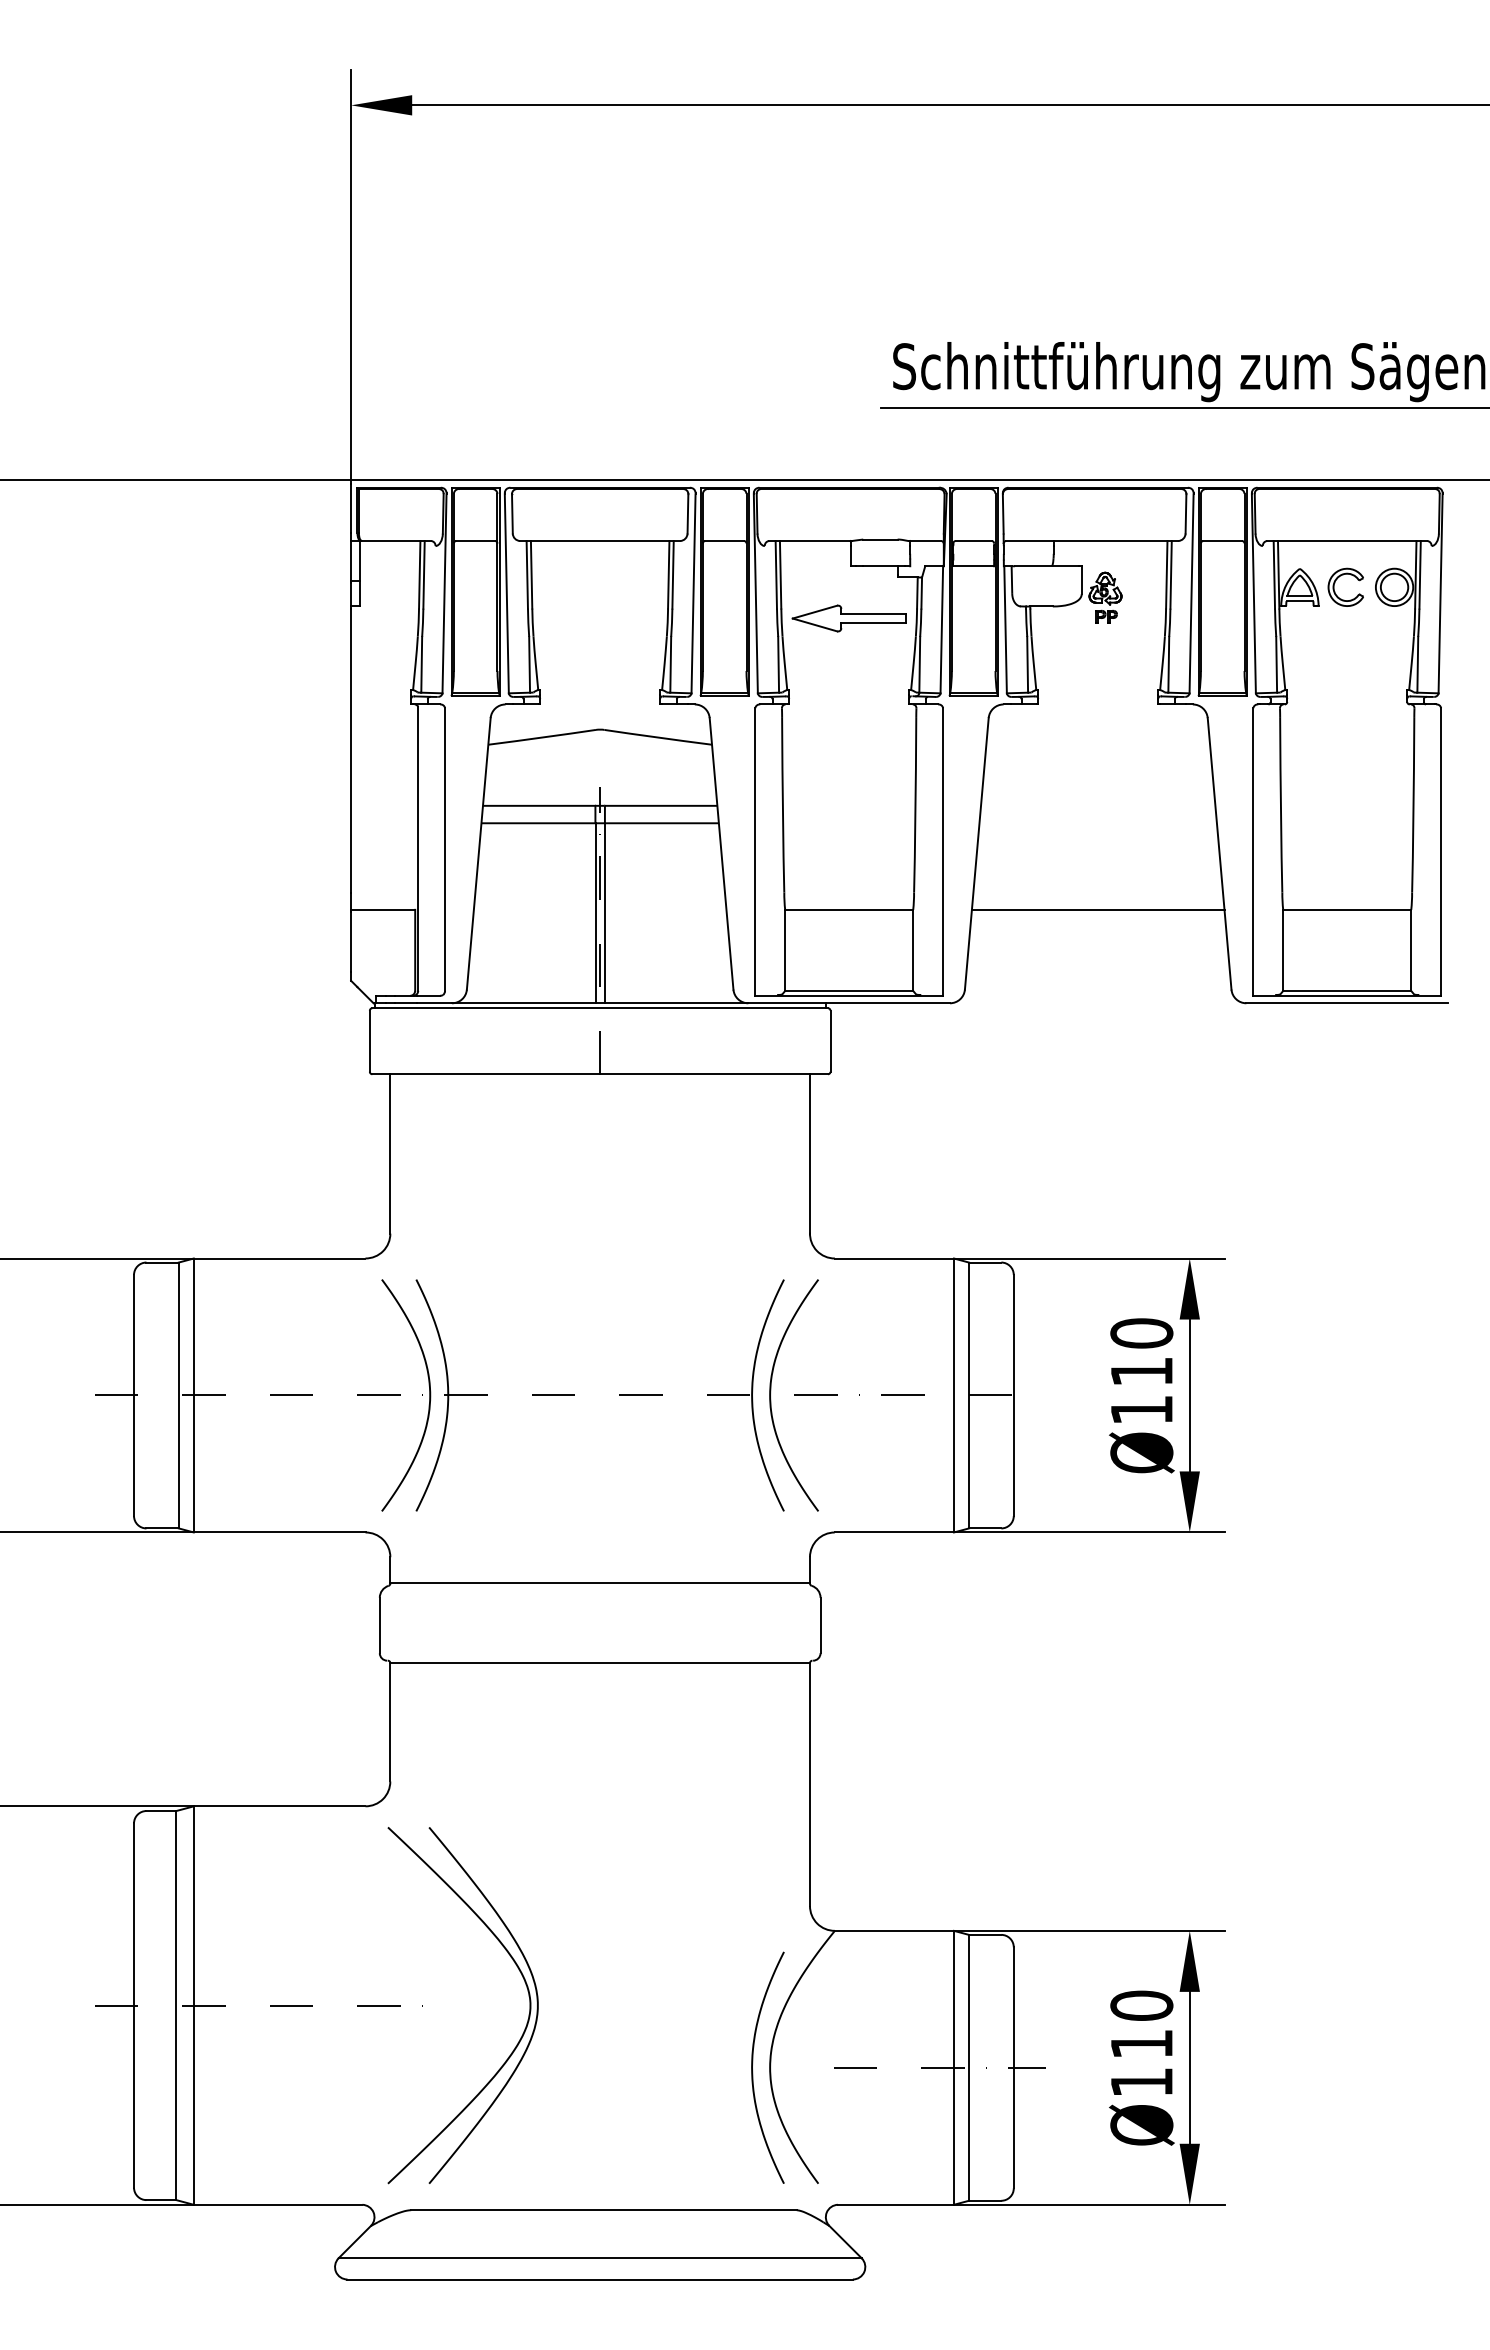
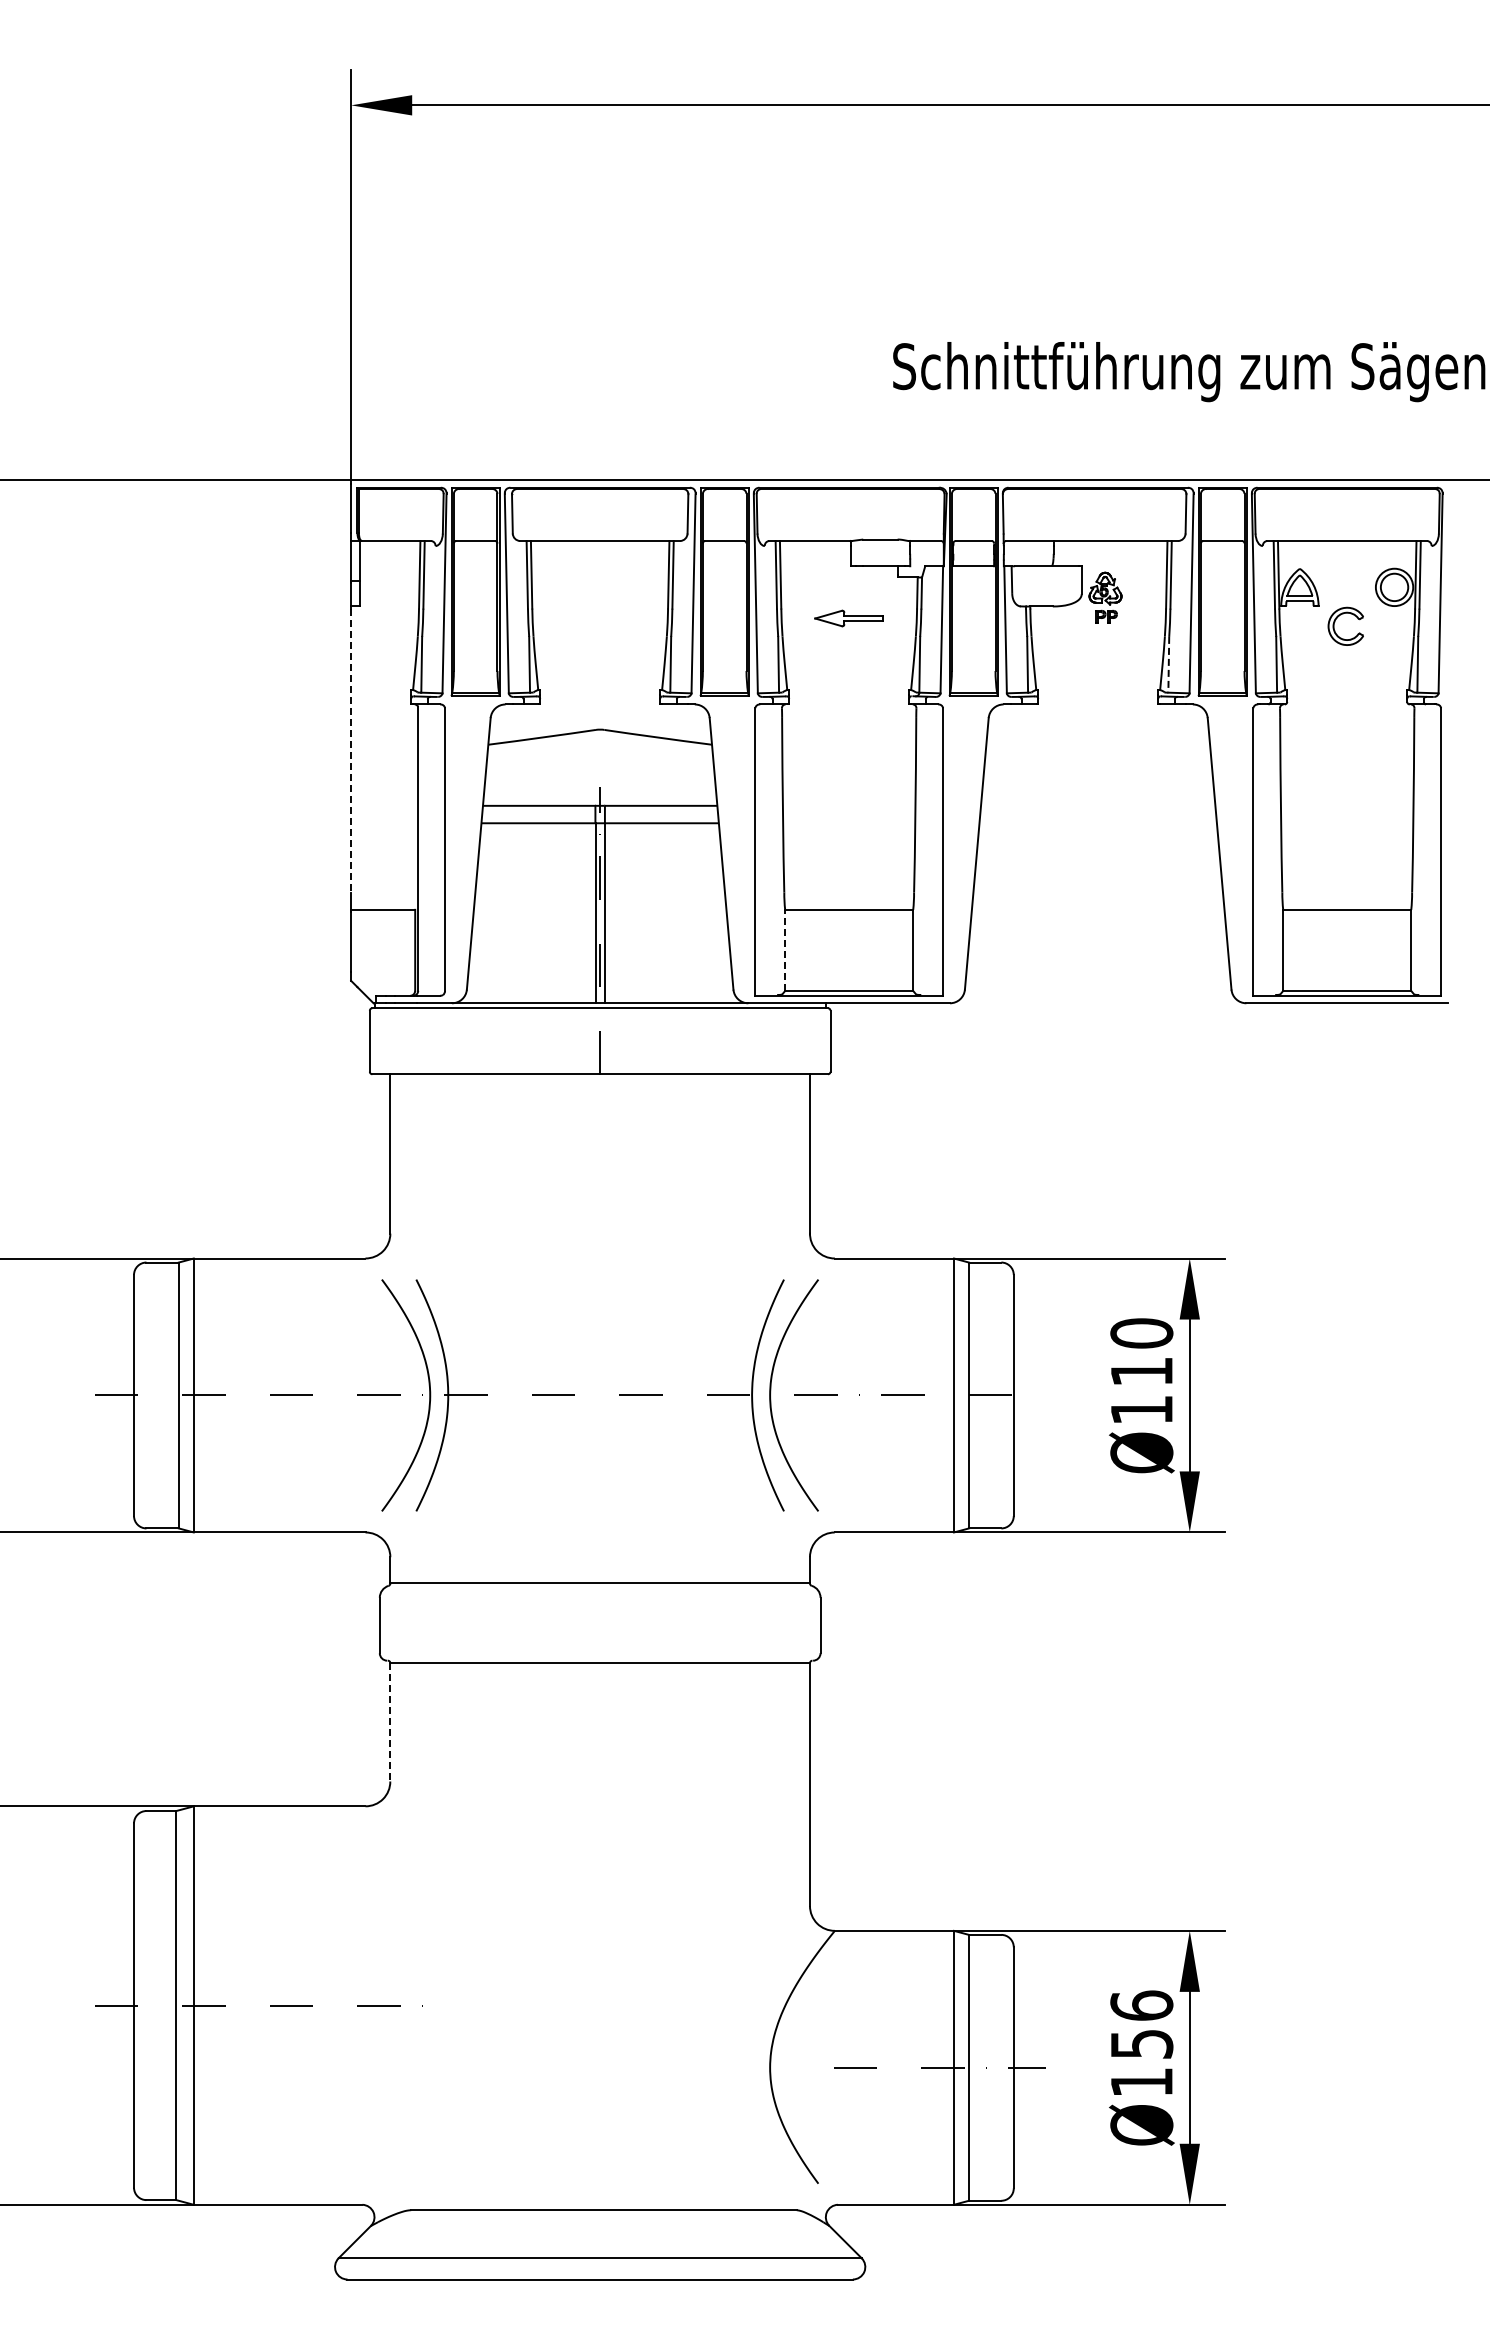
line at (1183, 408): present -> none
part at (1335, 583) position: (1335, 583) -> (1335, 622)
part at (848, 618) size: 116x29 px -> 70x19 px
line at (1168, 664): solid -> dashed
line at (351, 751): solid -> dashed
line at (1097, 909): present -> none
line at (785, 950): solid -> dashed
line at (390, 1722): solid -> dashed
part at (525, 1985): present -> none
text at (1141, 2024): Ø110 -> Ø156
curve at (753, 2063): present -> none
